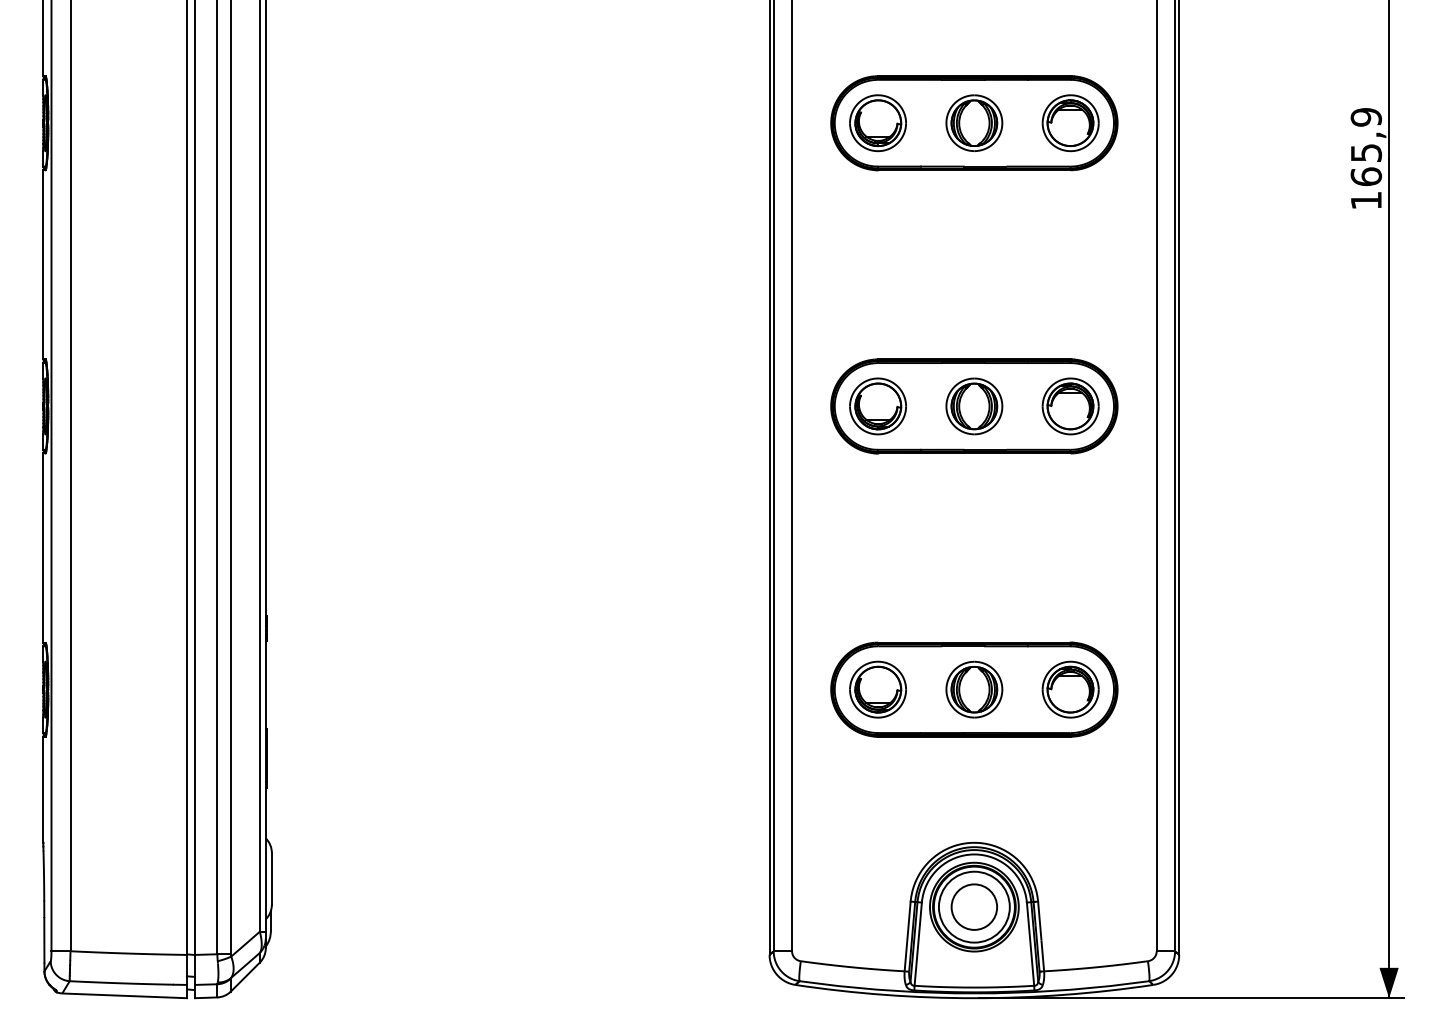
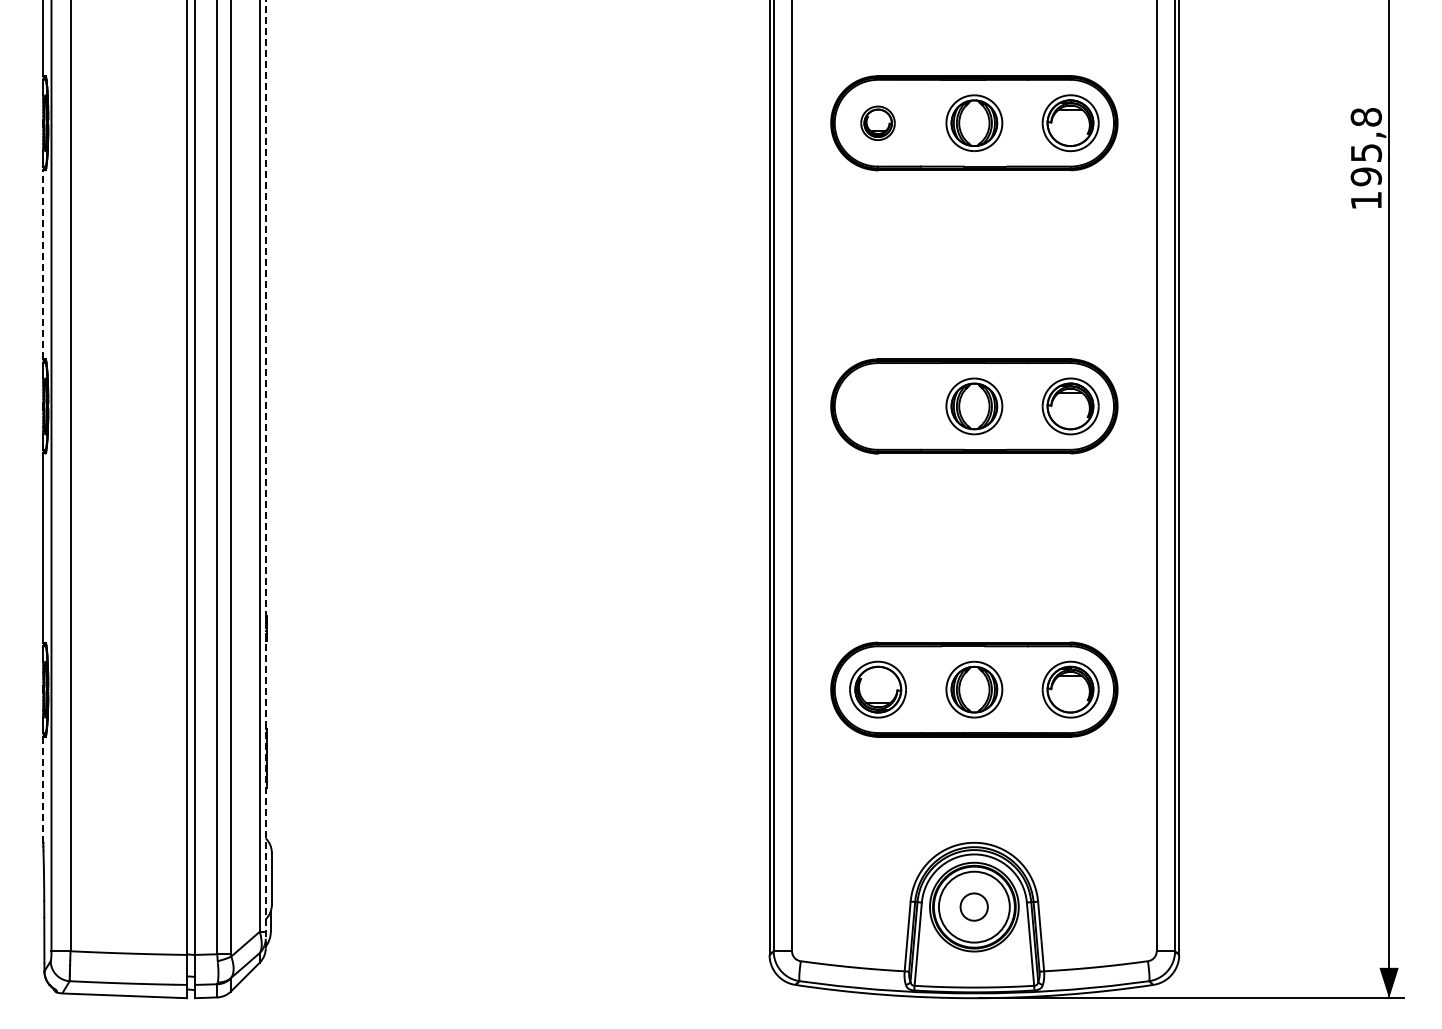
part at (877, 123) size: 58x59 px -> 36x36 px
text at (1366, 147): 165,9 -> 195,8
line at (43, 264): solid -> dashed
part at (877, 406): present -> none
line at (265, 474): solid -> dashed
line at (43, 789): solid -> dashed
circle at (973, 906) size: 48x48 px -> 30x30 px
